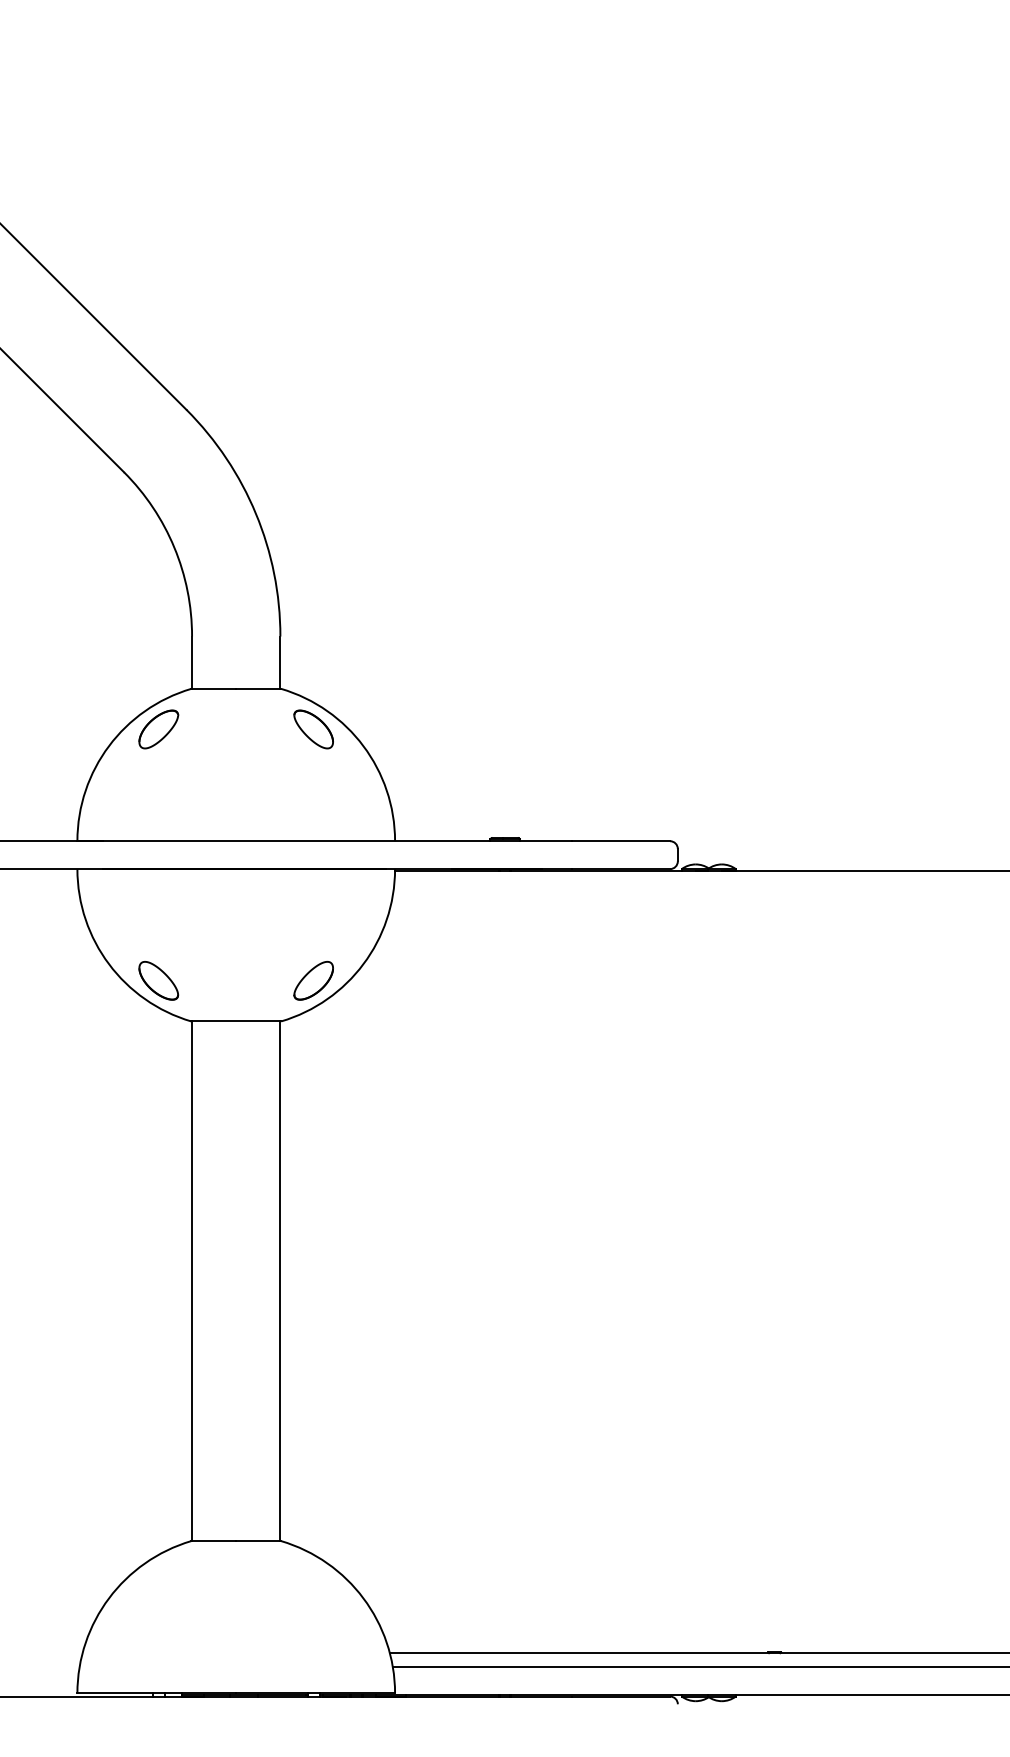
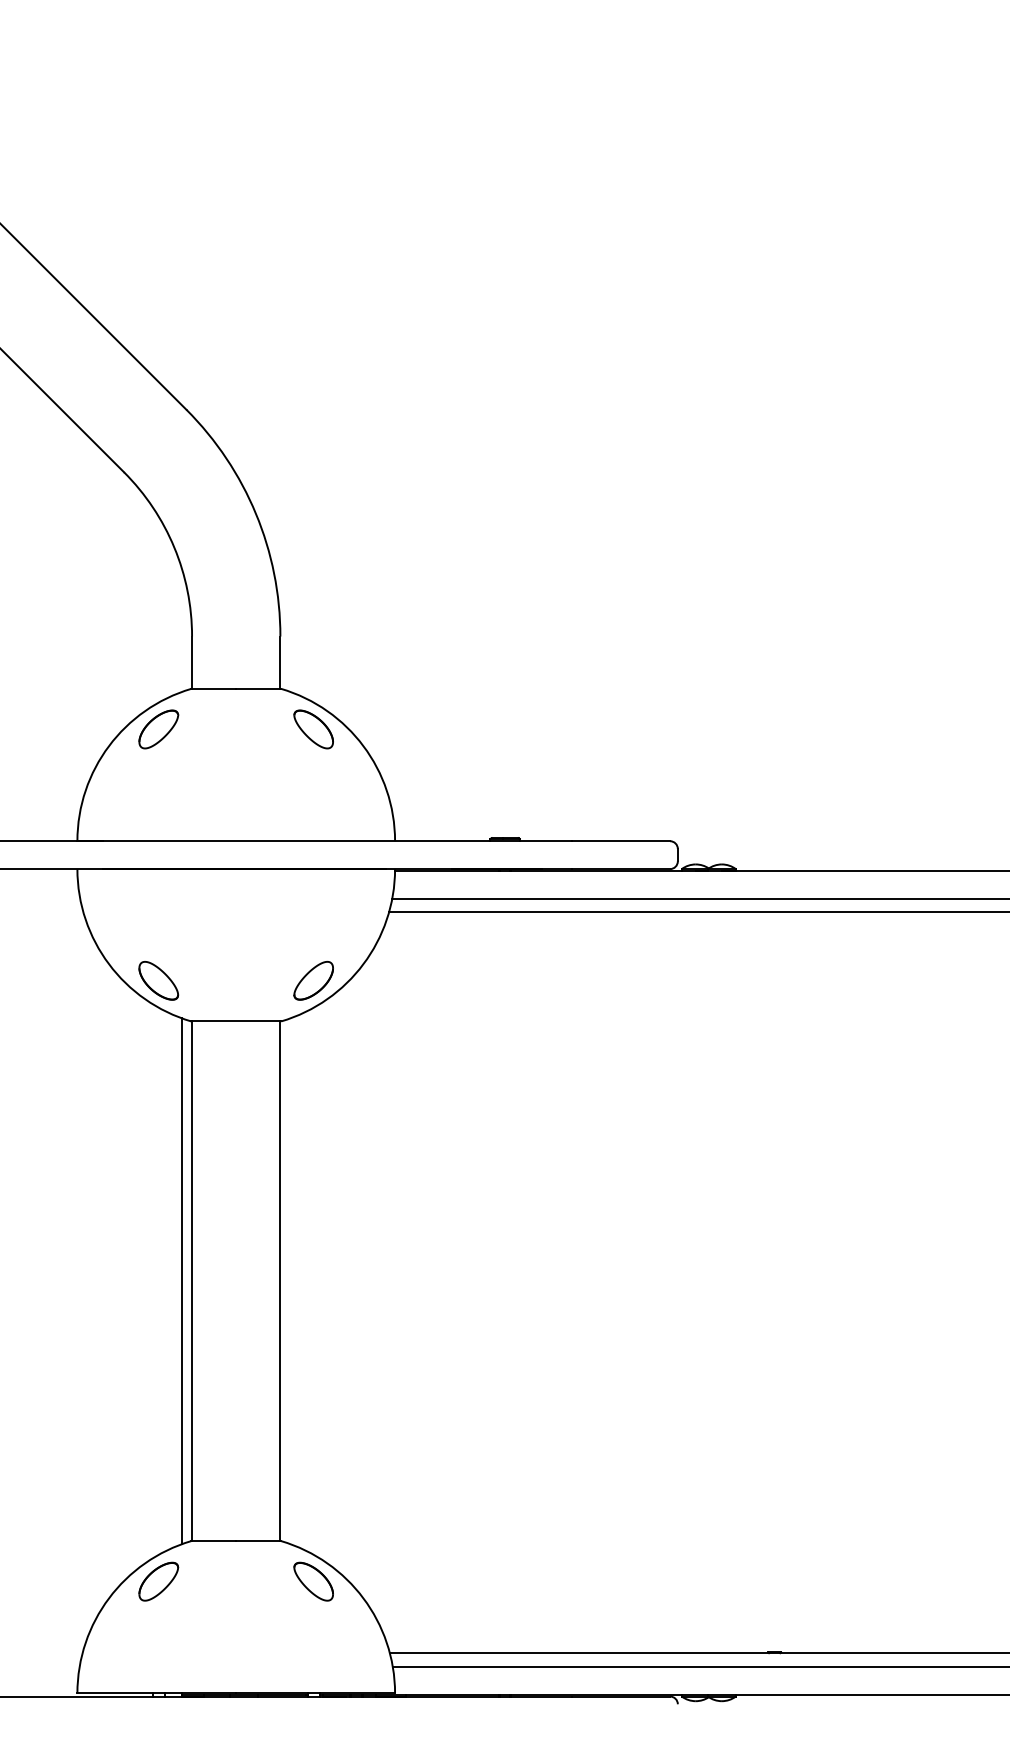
line at (699, 898): none -> present
line at (697, 912): none -> present
line at (182, 1281): none -> present
part at (158, 1581): none -> present
part at (313, 1581): none -> present
